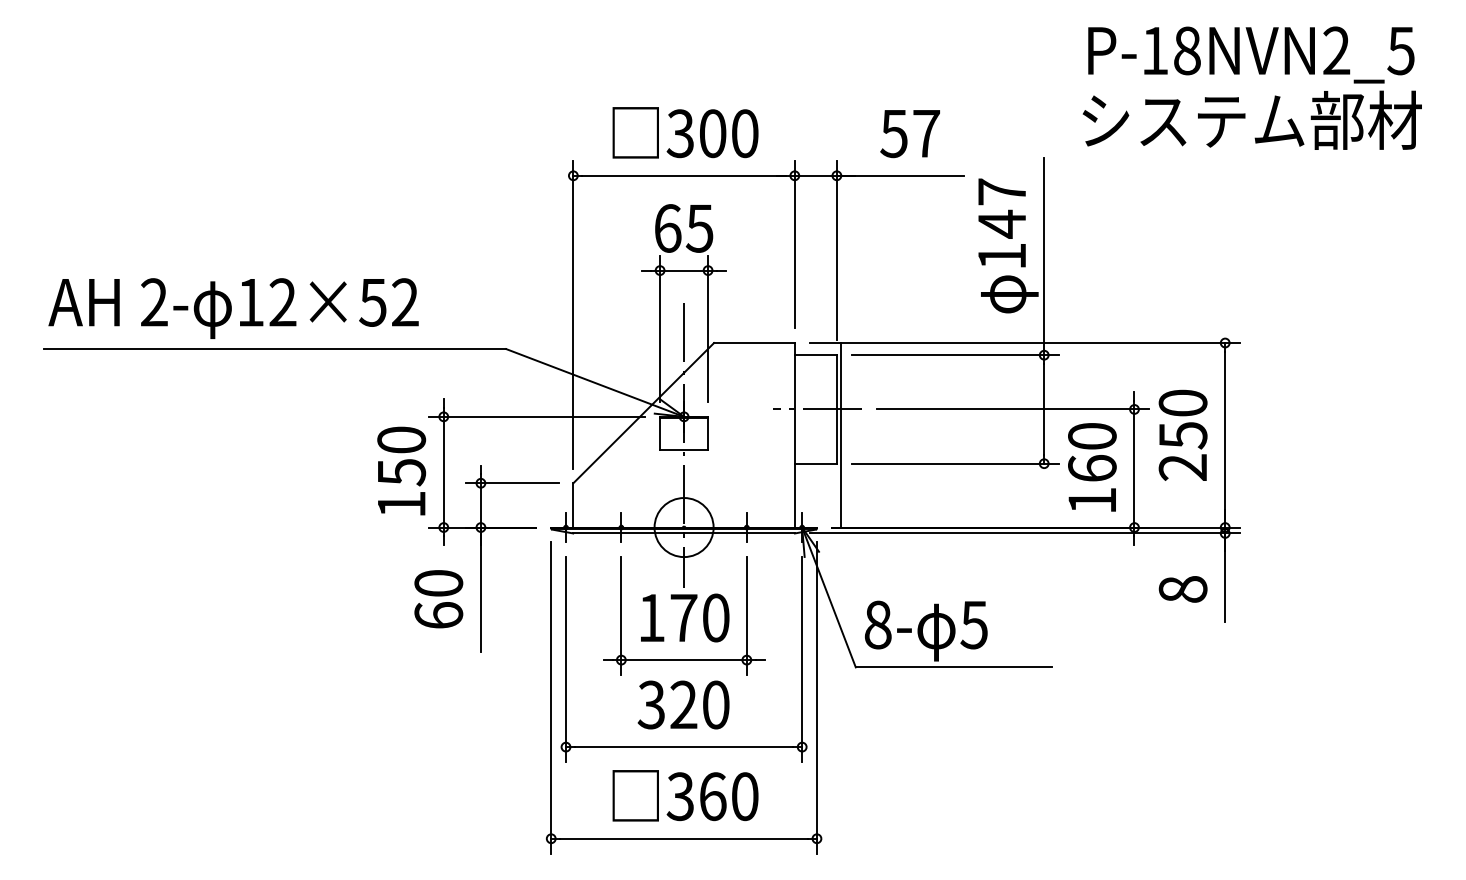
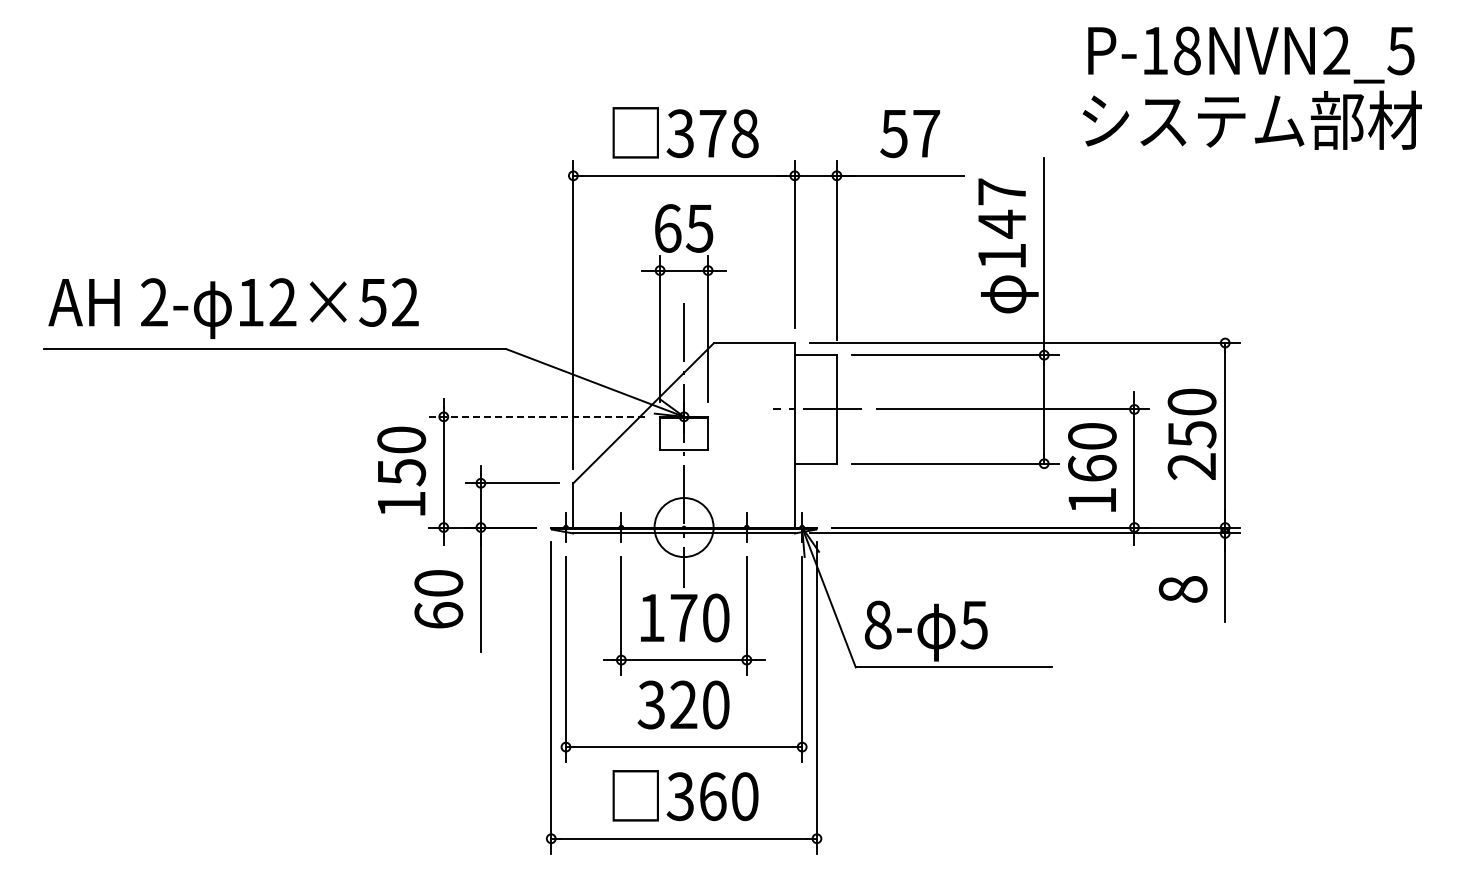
text at (728, 133): 300 -> 378
line at (536, 416): solid -> dashed
text at (1182, 434) position: (1182, 434) -> (1191, 433)
line at (841, 435): present -> none
